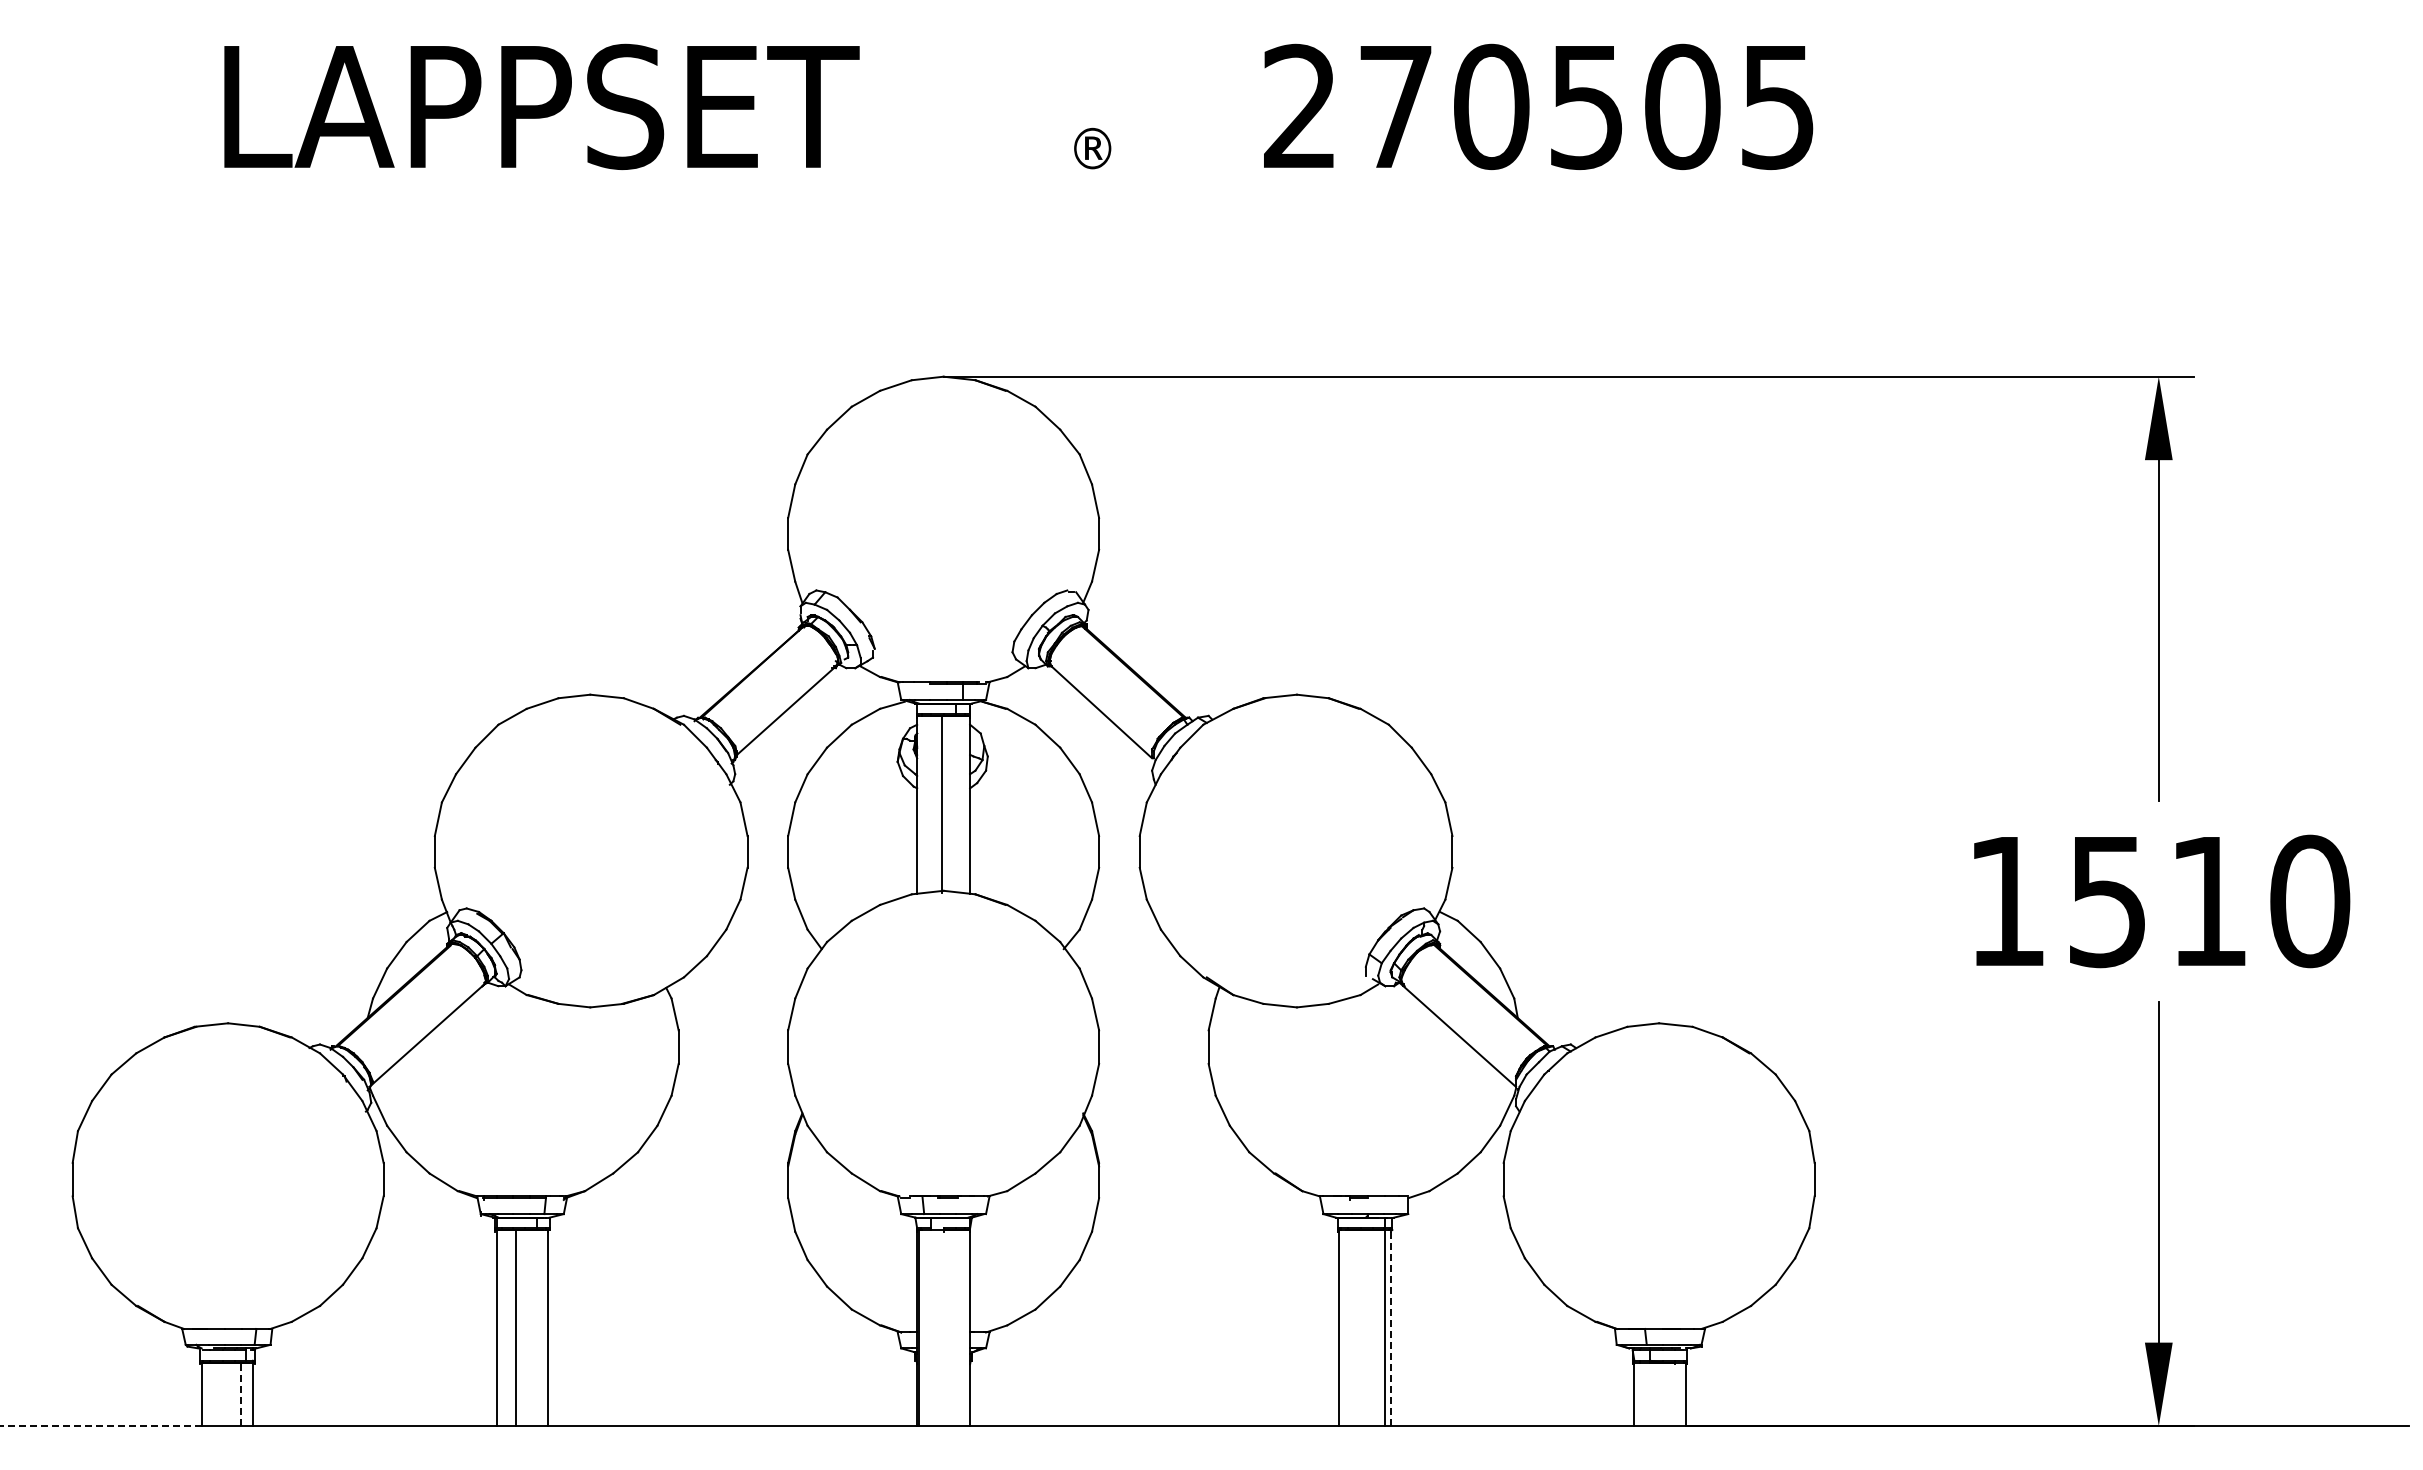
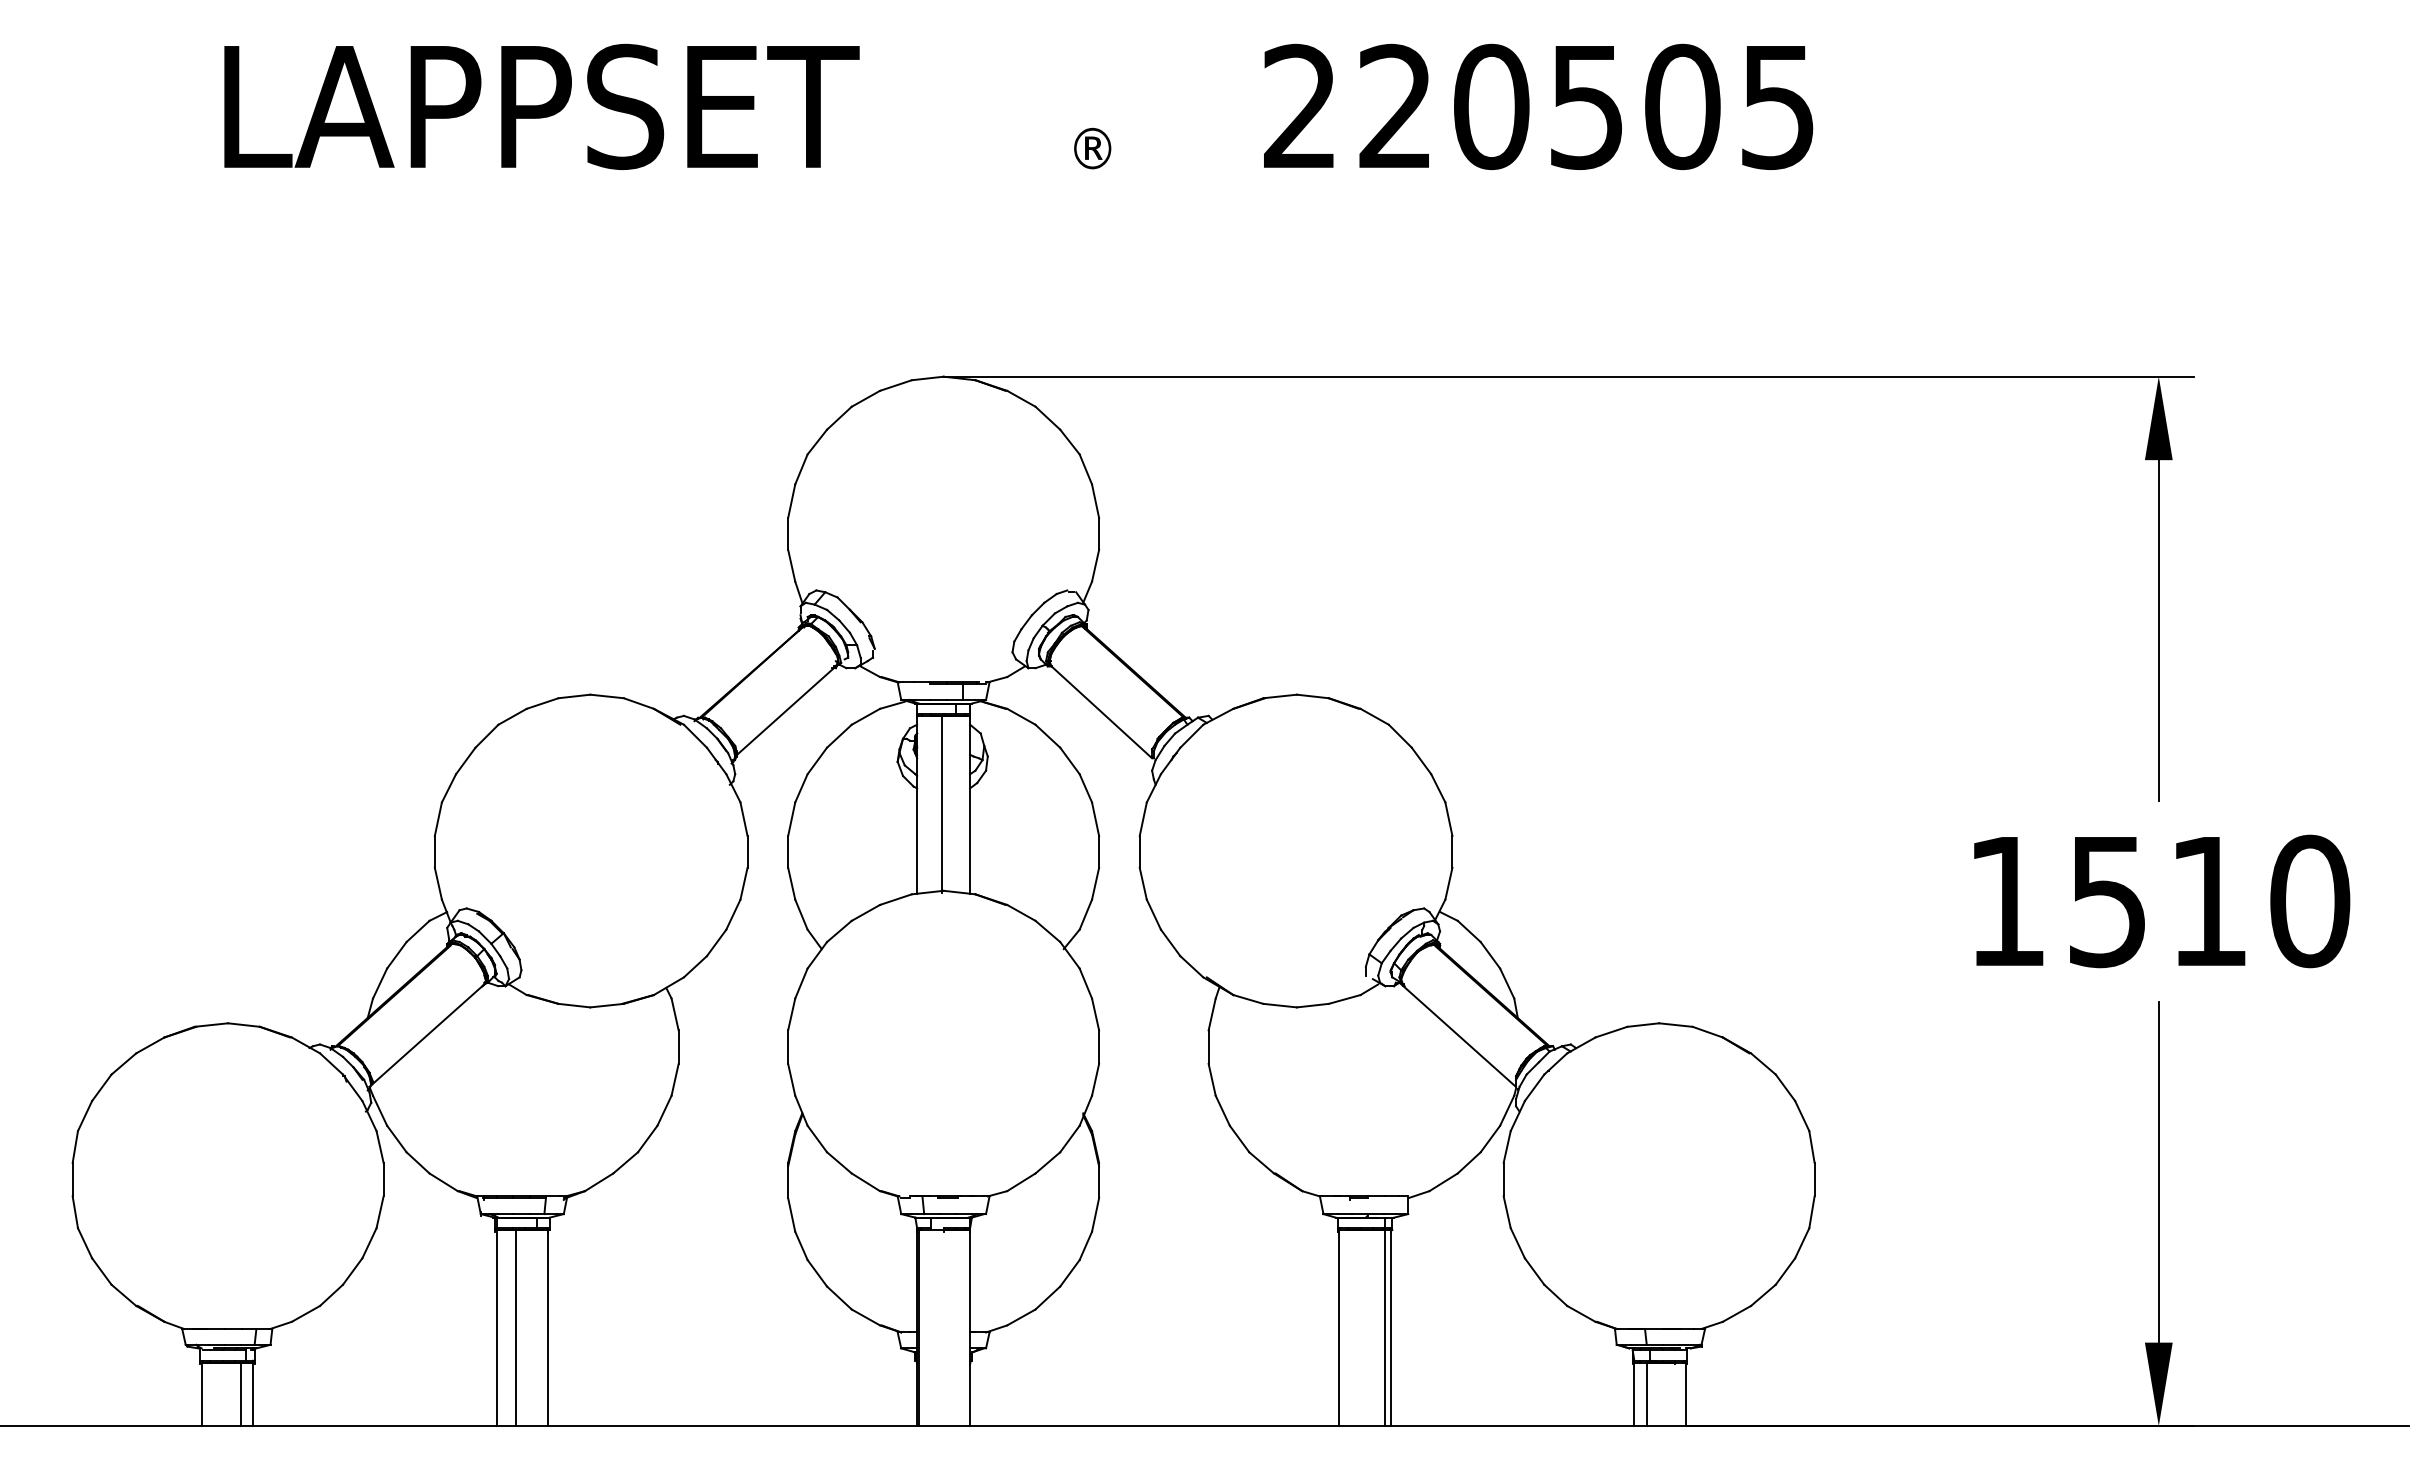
text at (1395, 105): 270505 -> 220505
line at (1390, 1327): dashed -> solid
line at (240, 1394): dashed -> solid
line at (1646, 1394): none -> present
line at (100, 1426): dashed -> solid
